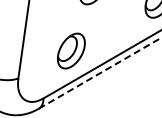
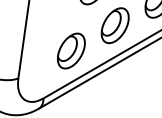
part at (114, 25): none -> present
line at (100, 73): dashed -> solid
